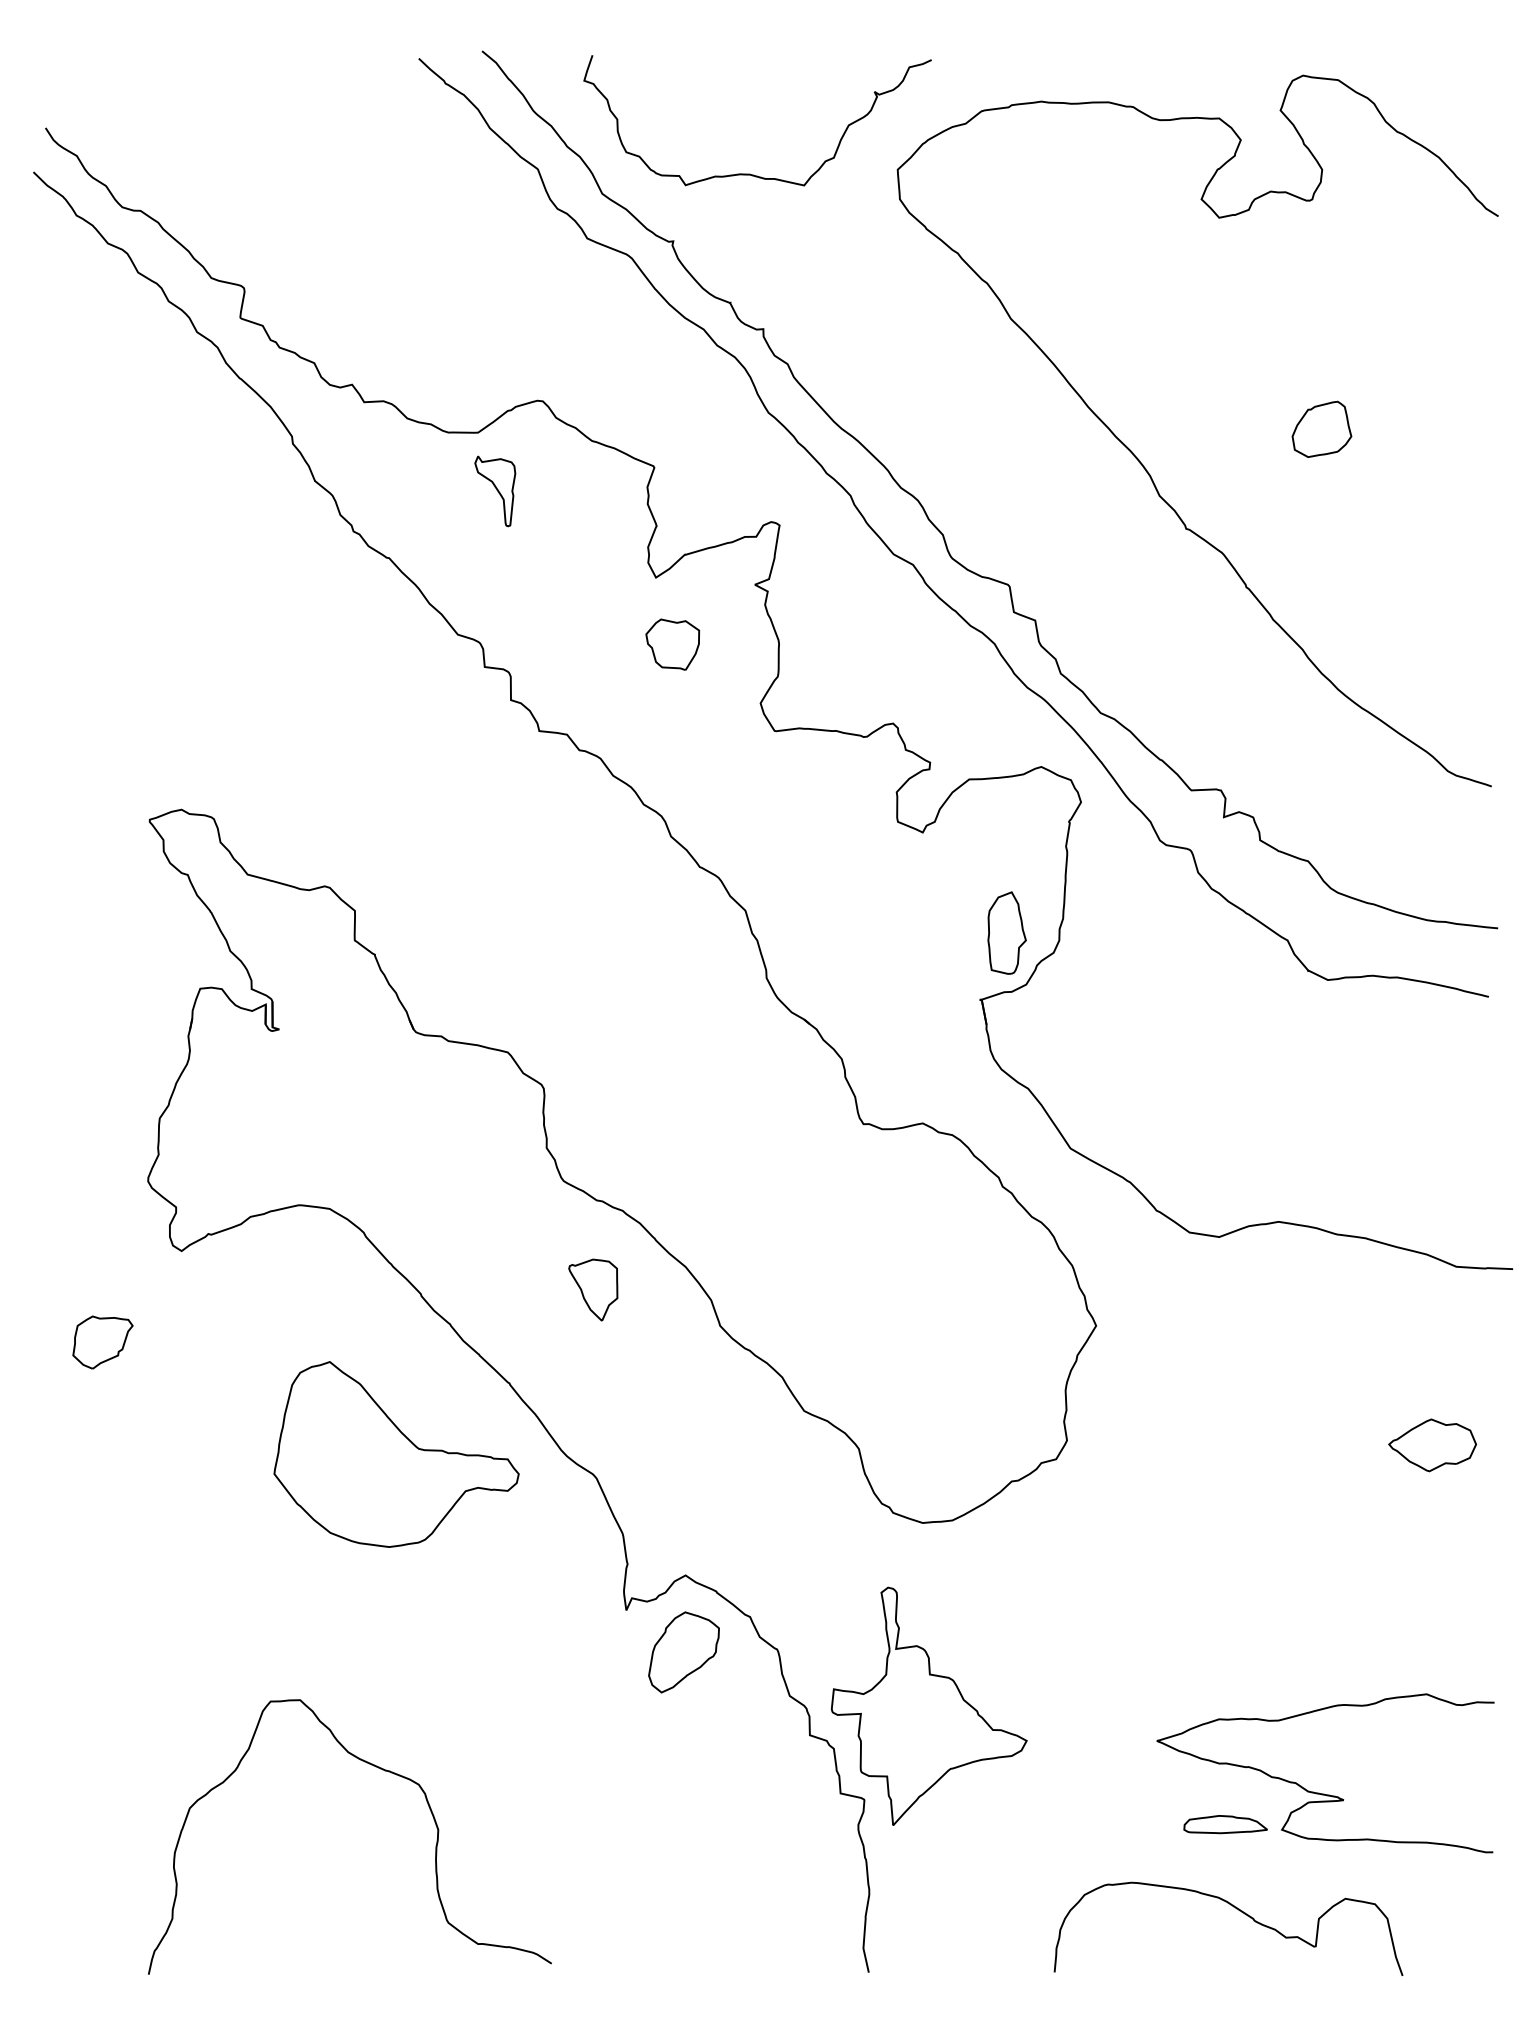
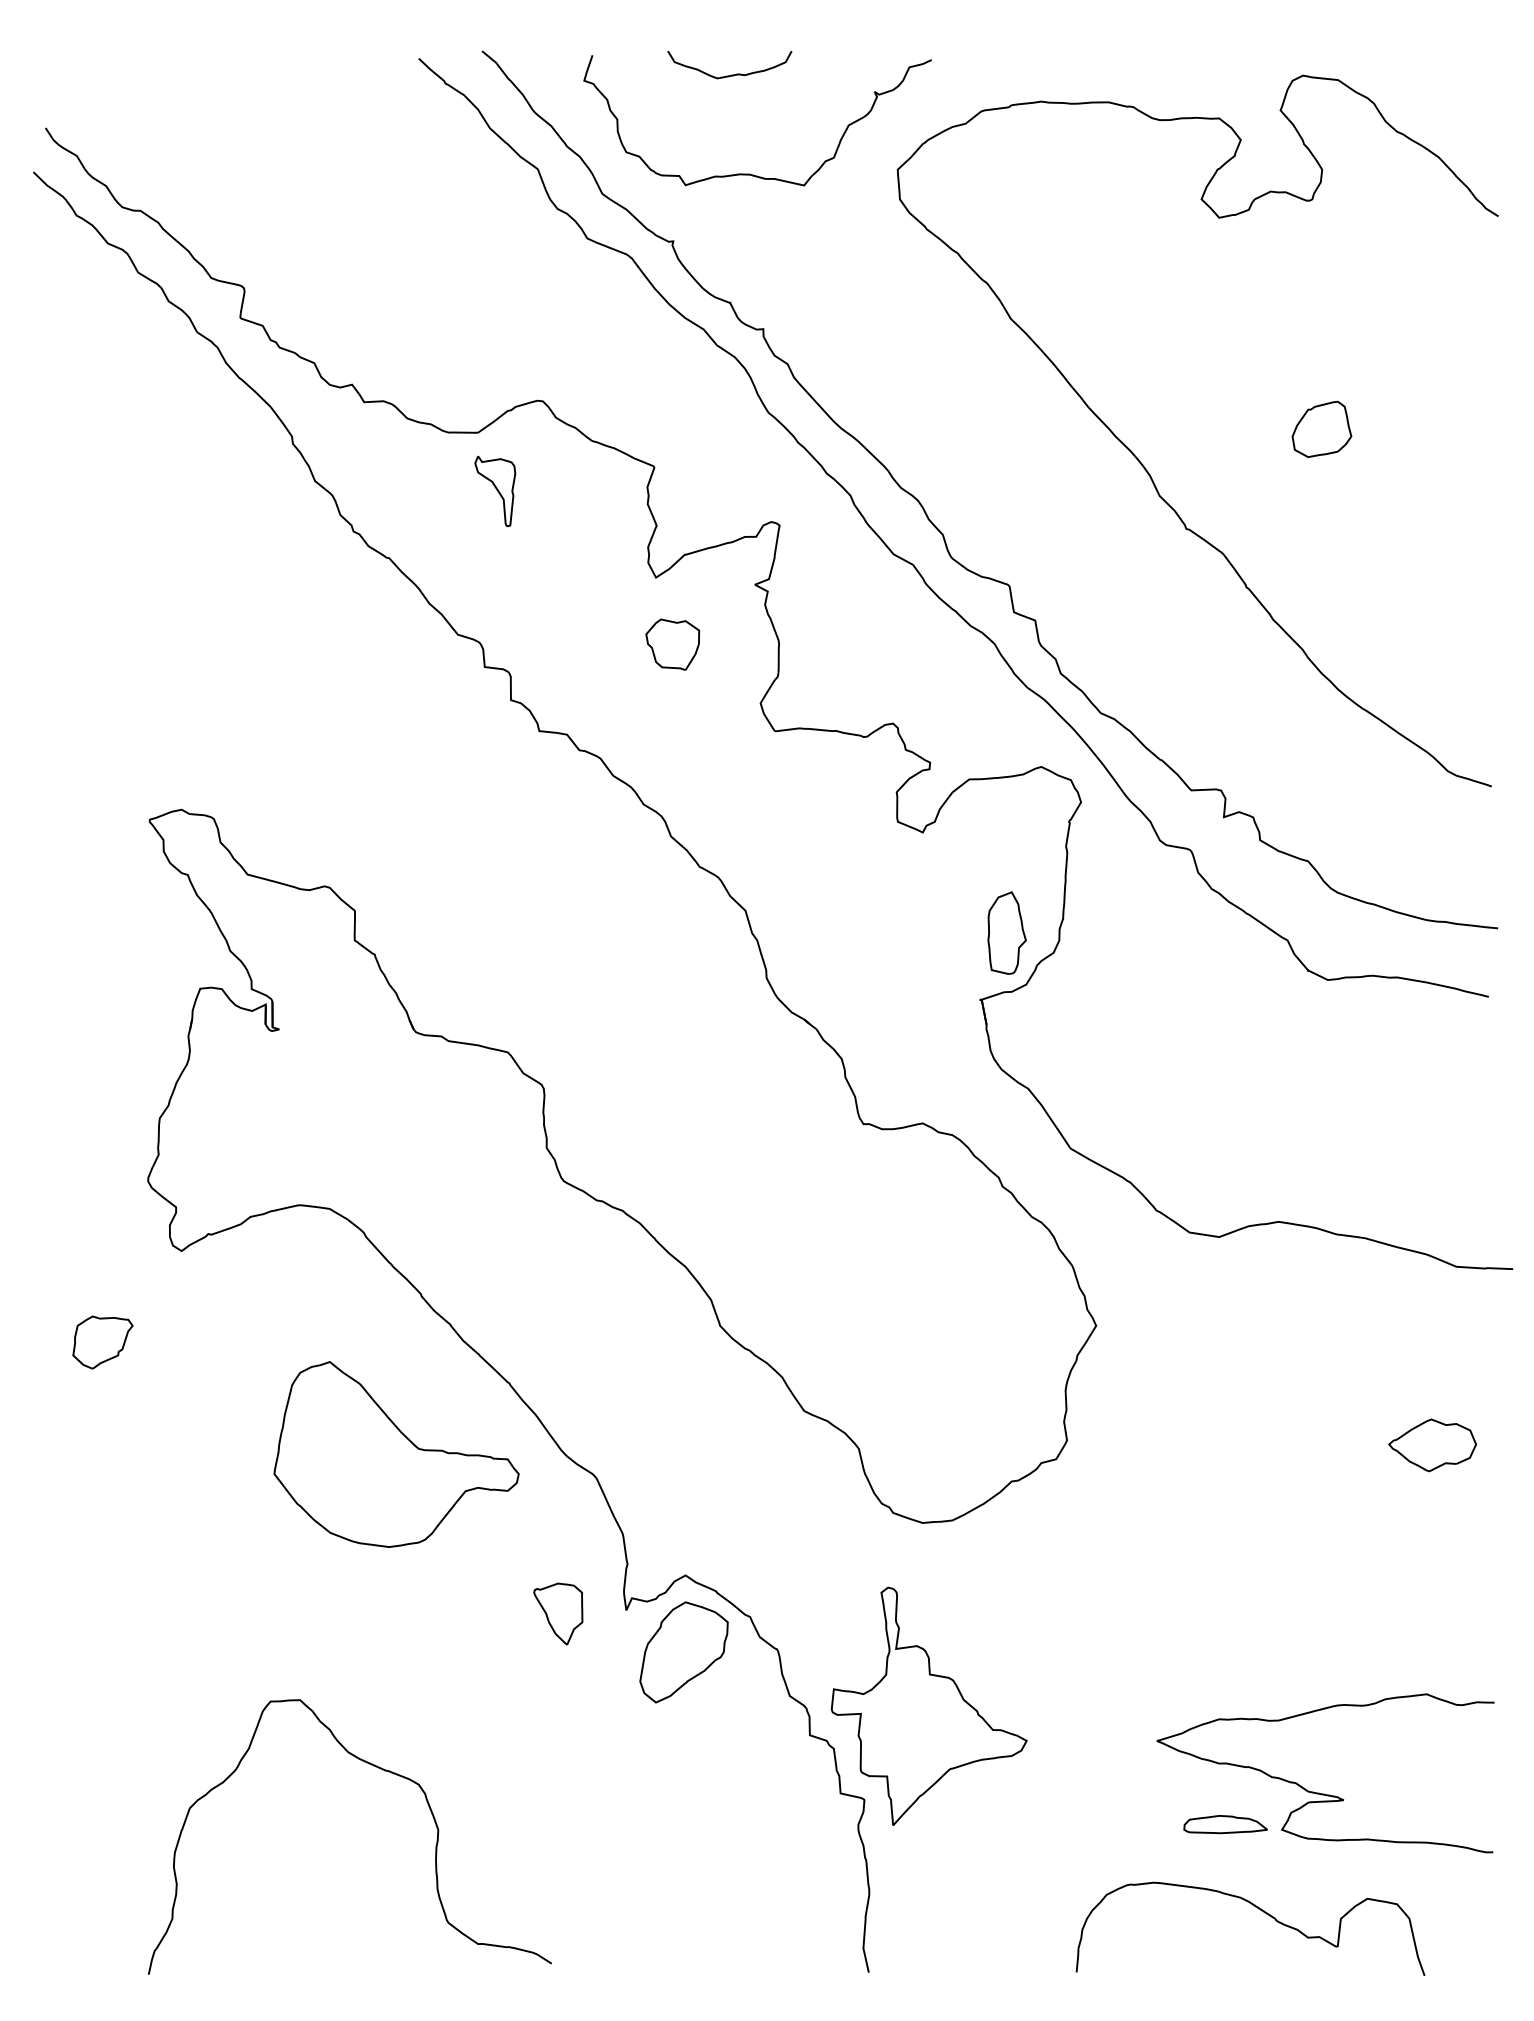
curve at (731, 74): none -> present
part at (593, 1289) position: (593, 1289) -> (558, 1613)
part at (683, 1652) size: 72x83 px -> 90x103 px
curve at (1239, 1911) position: (1239, 1911) -> (1261, 1911)
